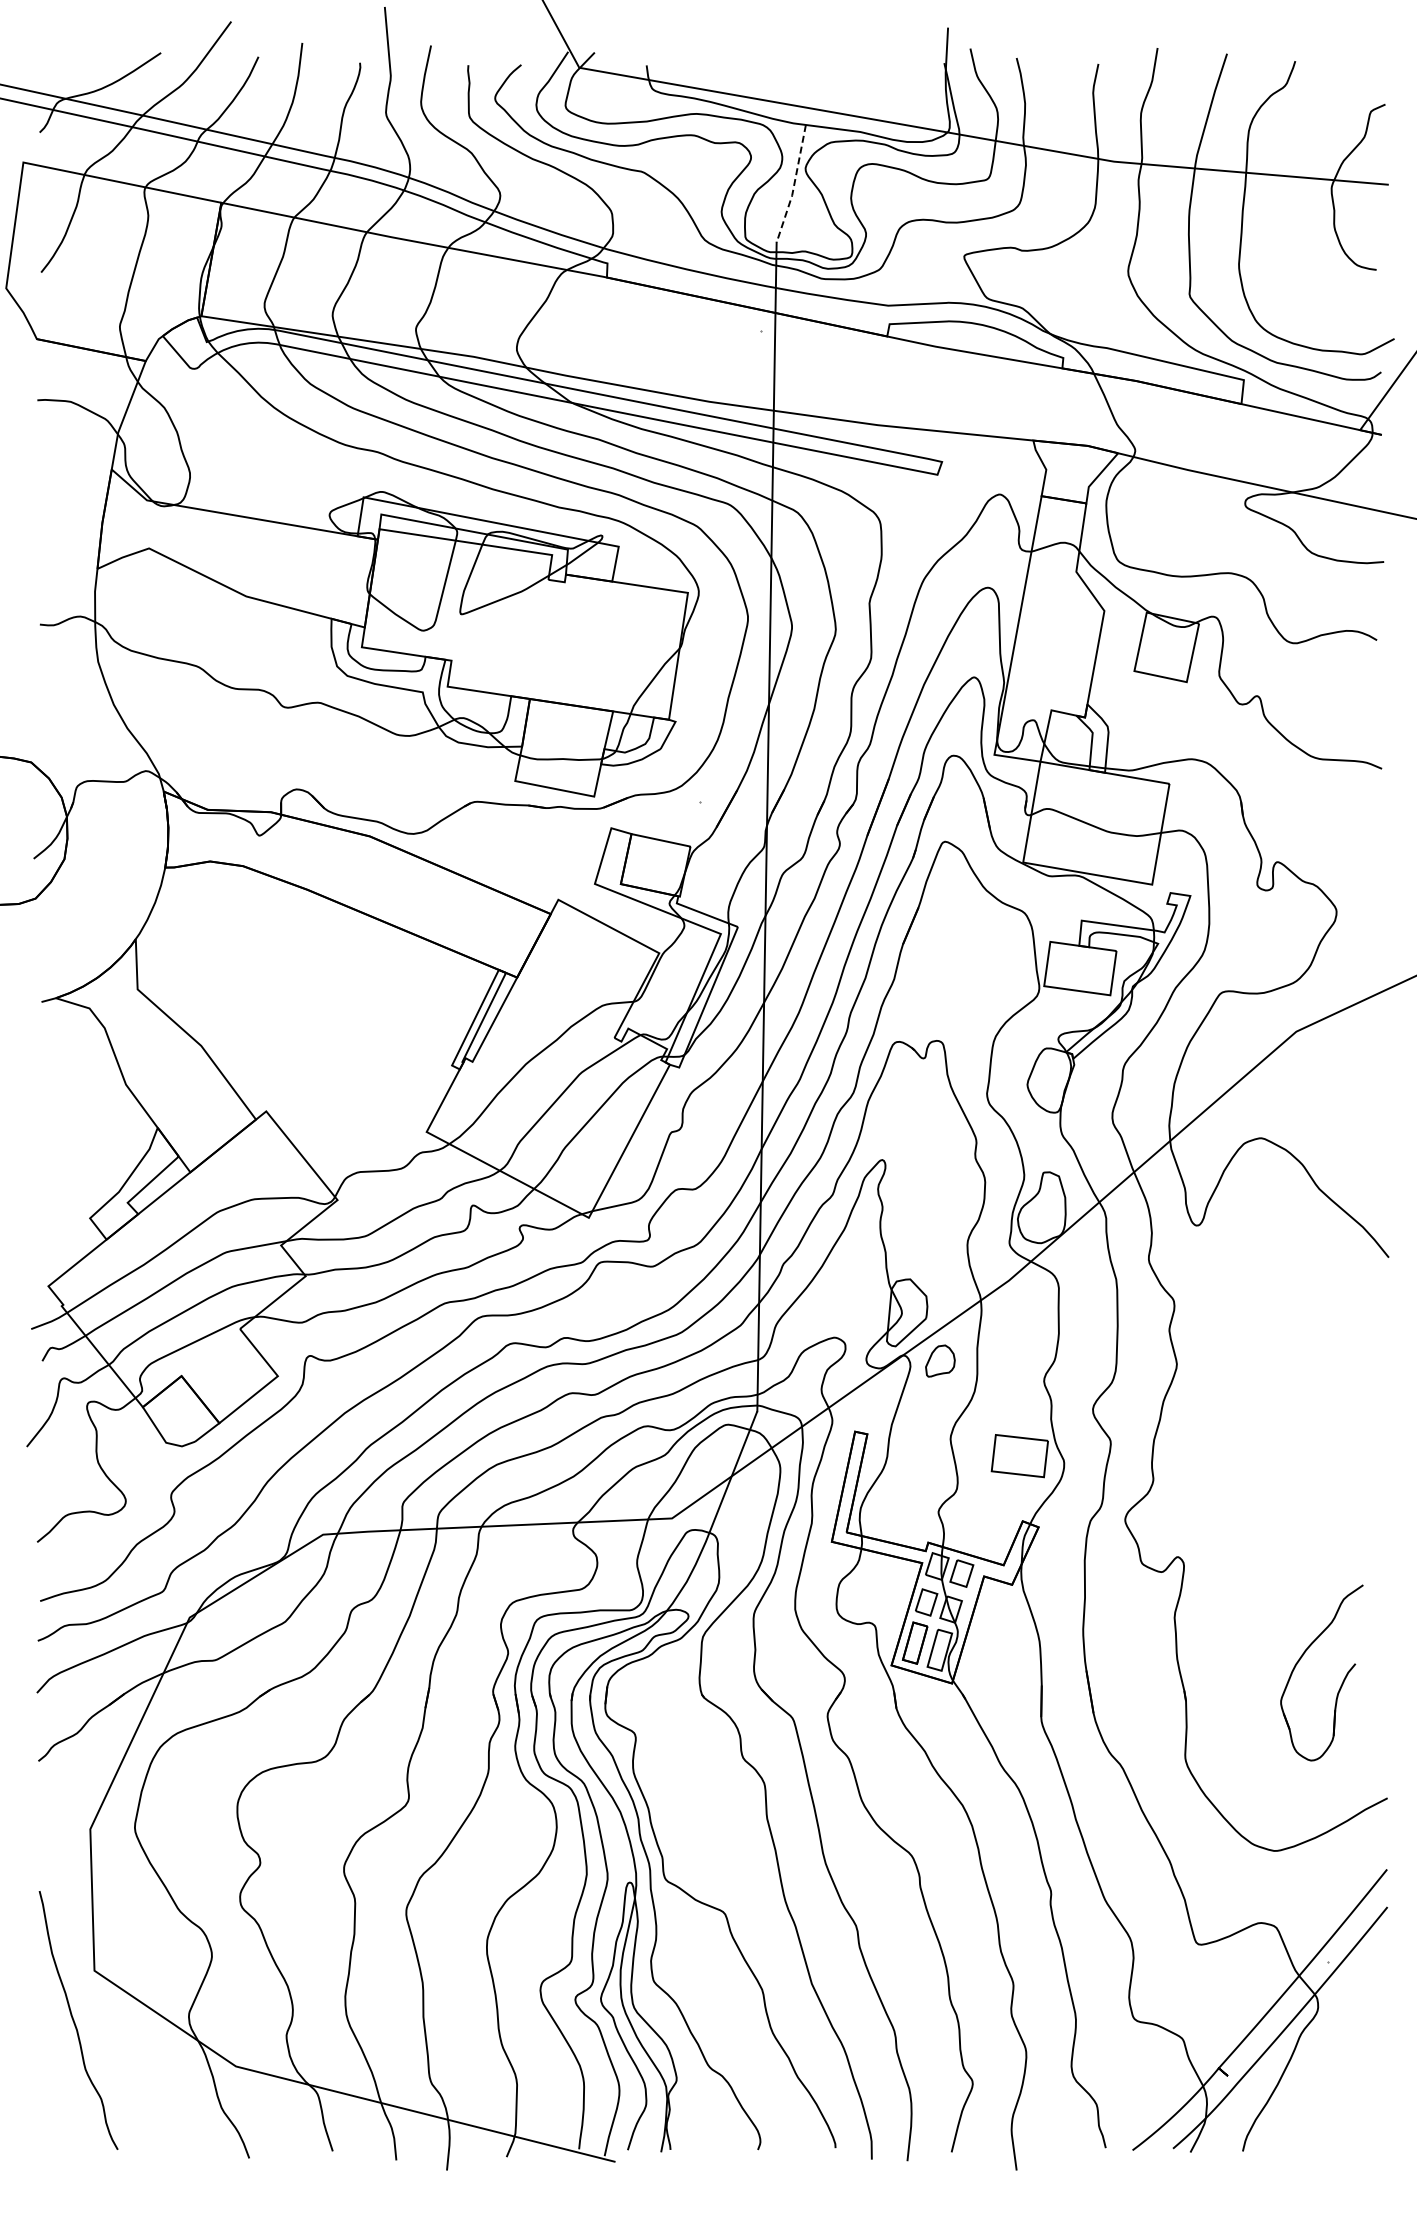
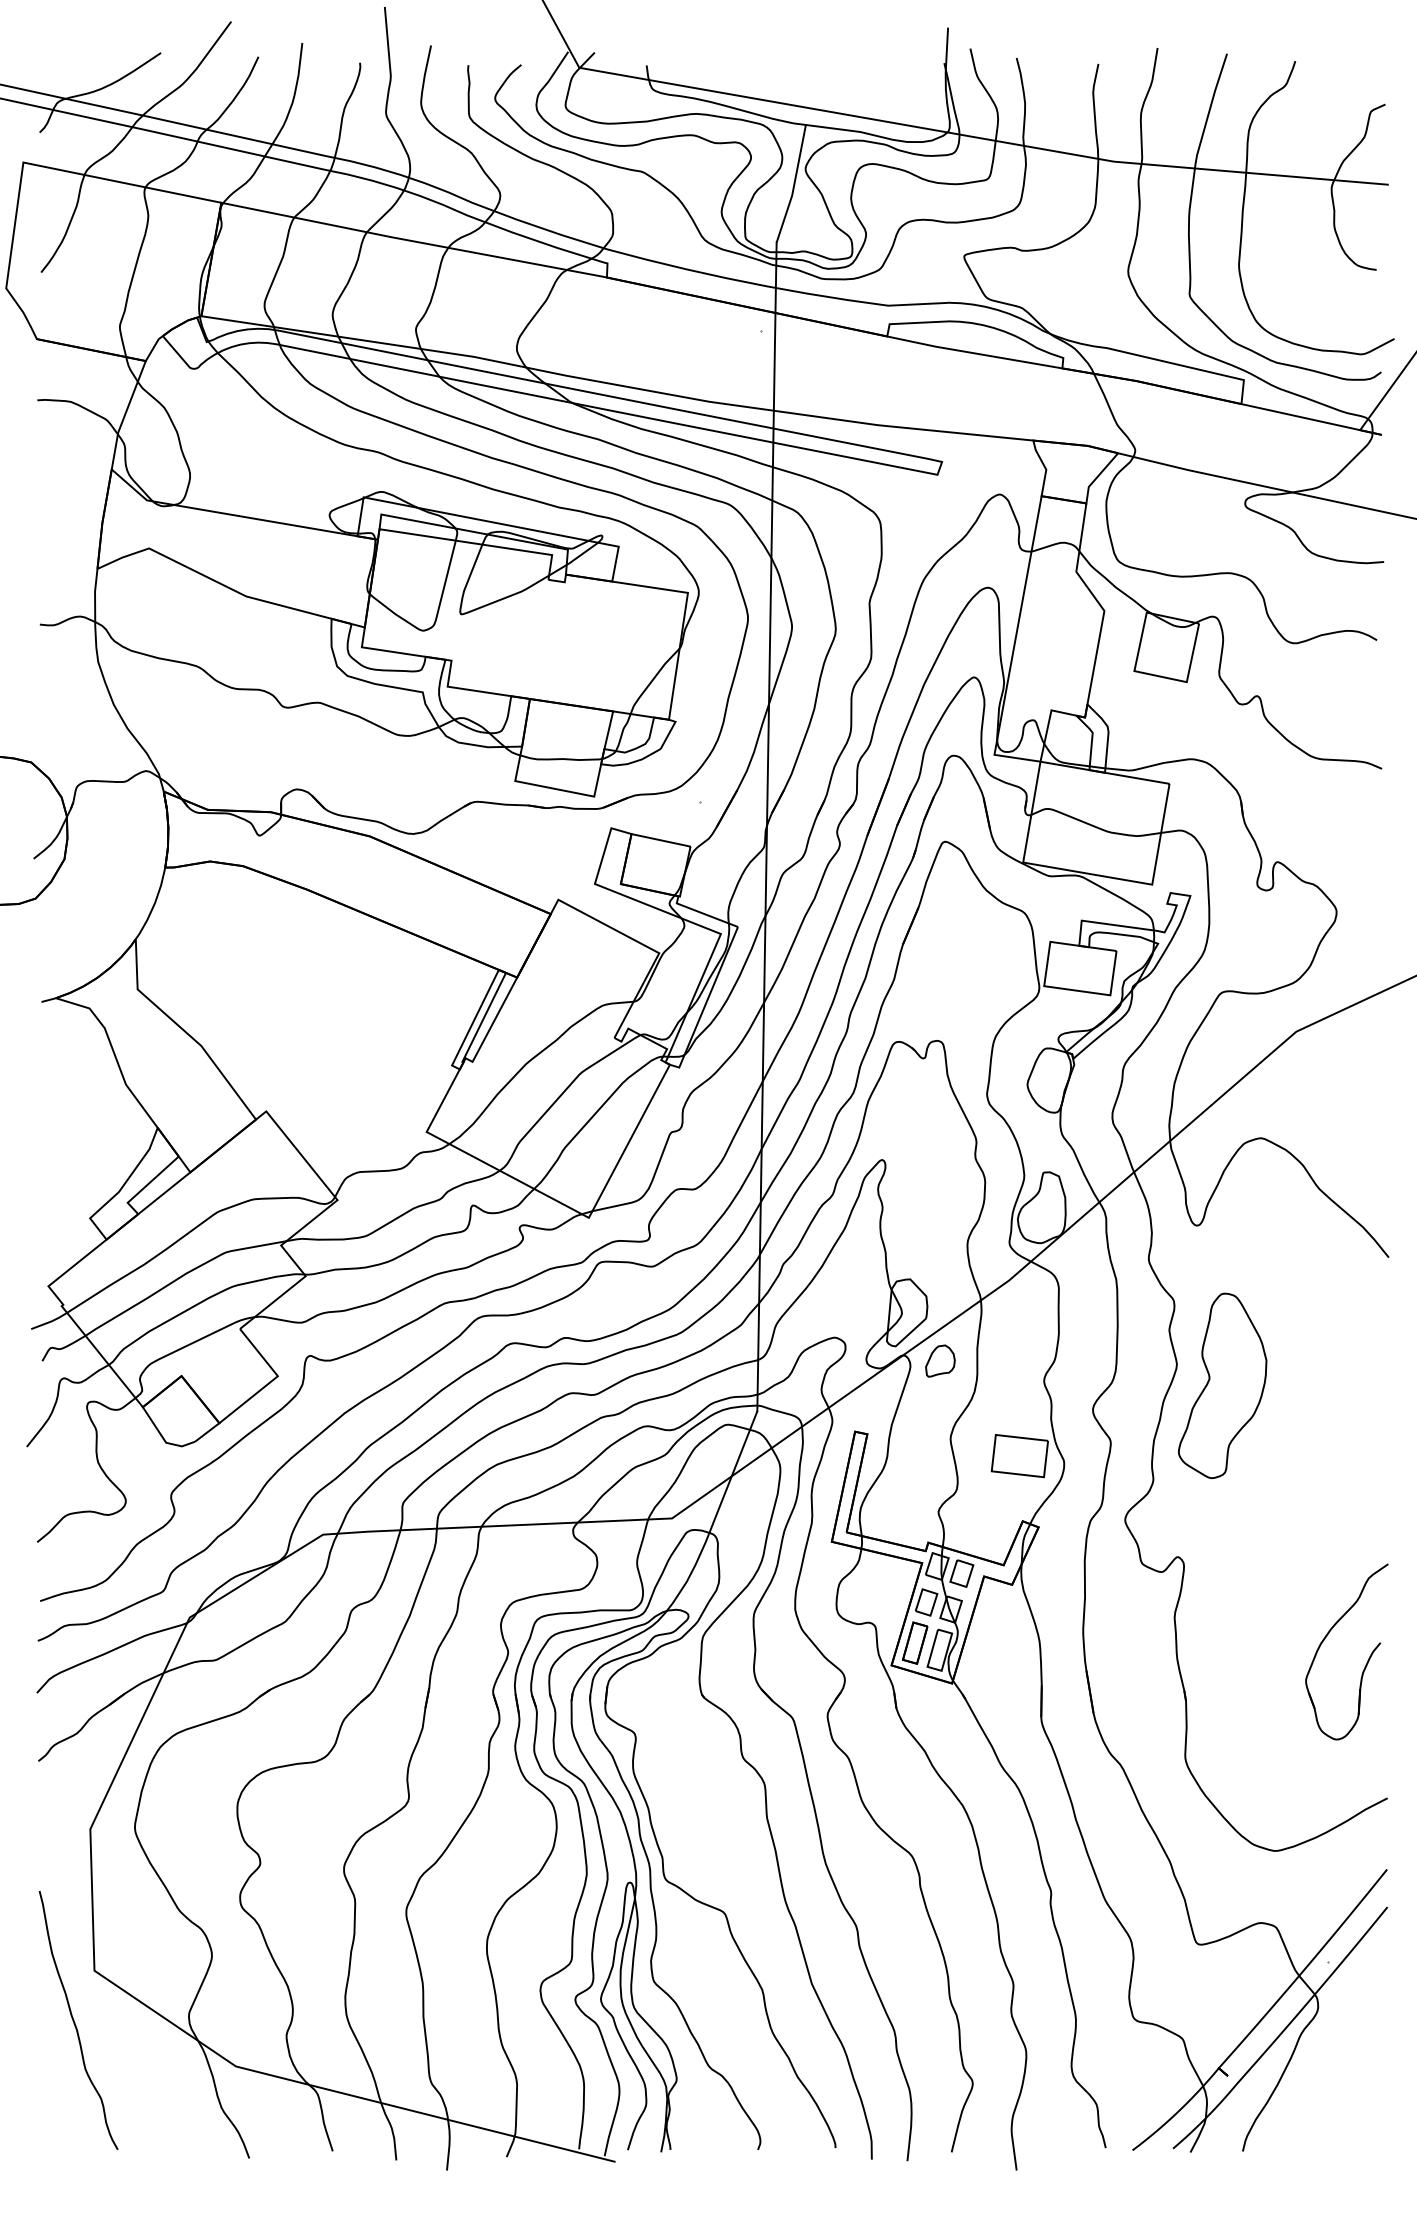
line at (794, 185): dashed -> solid
part at (1222, 1385): none -> present
part at (1341, 1683) position: (1341, 1683) -> (1366, 1662)
